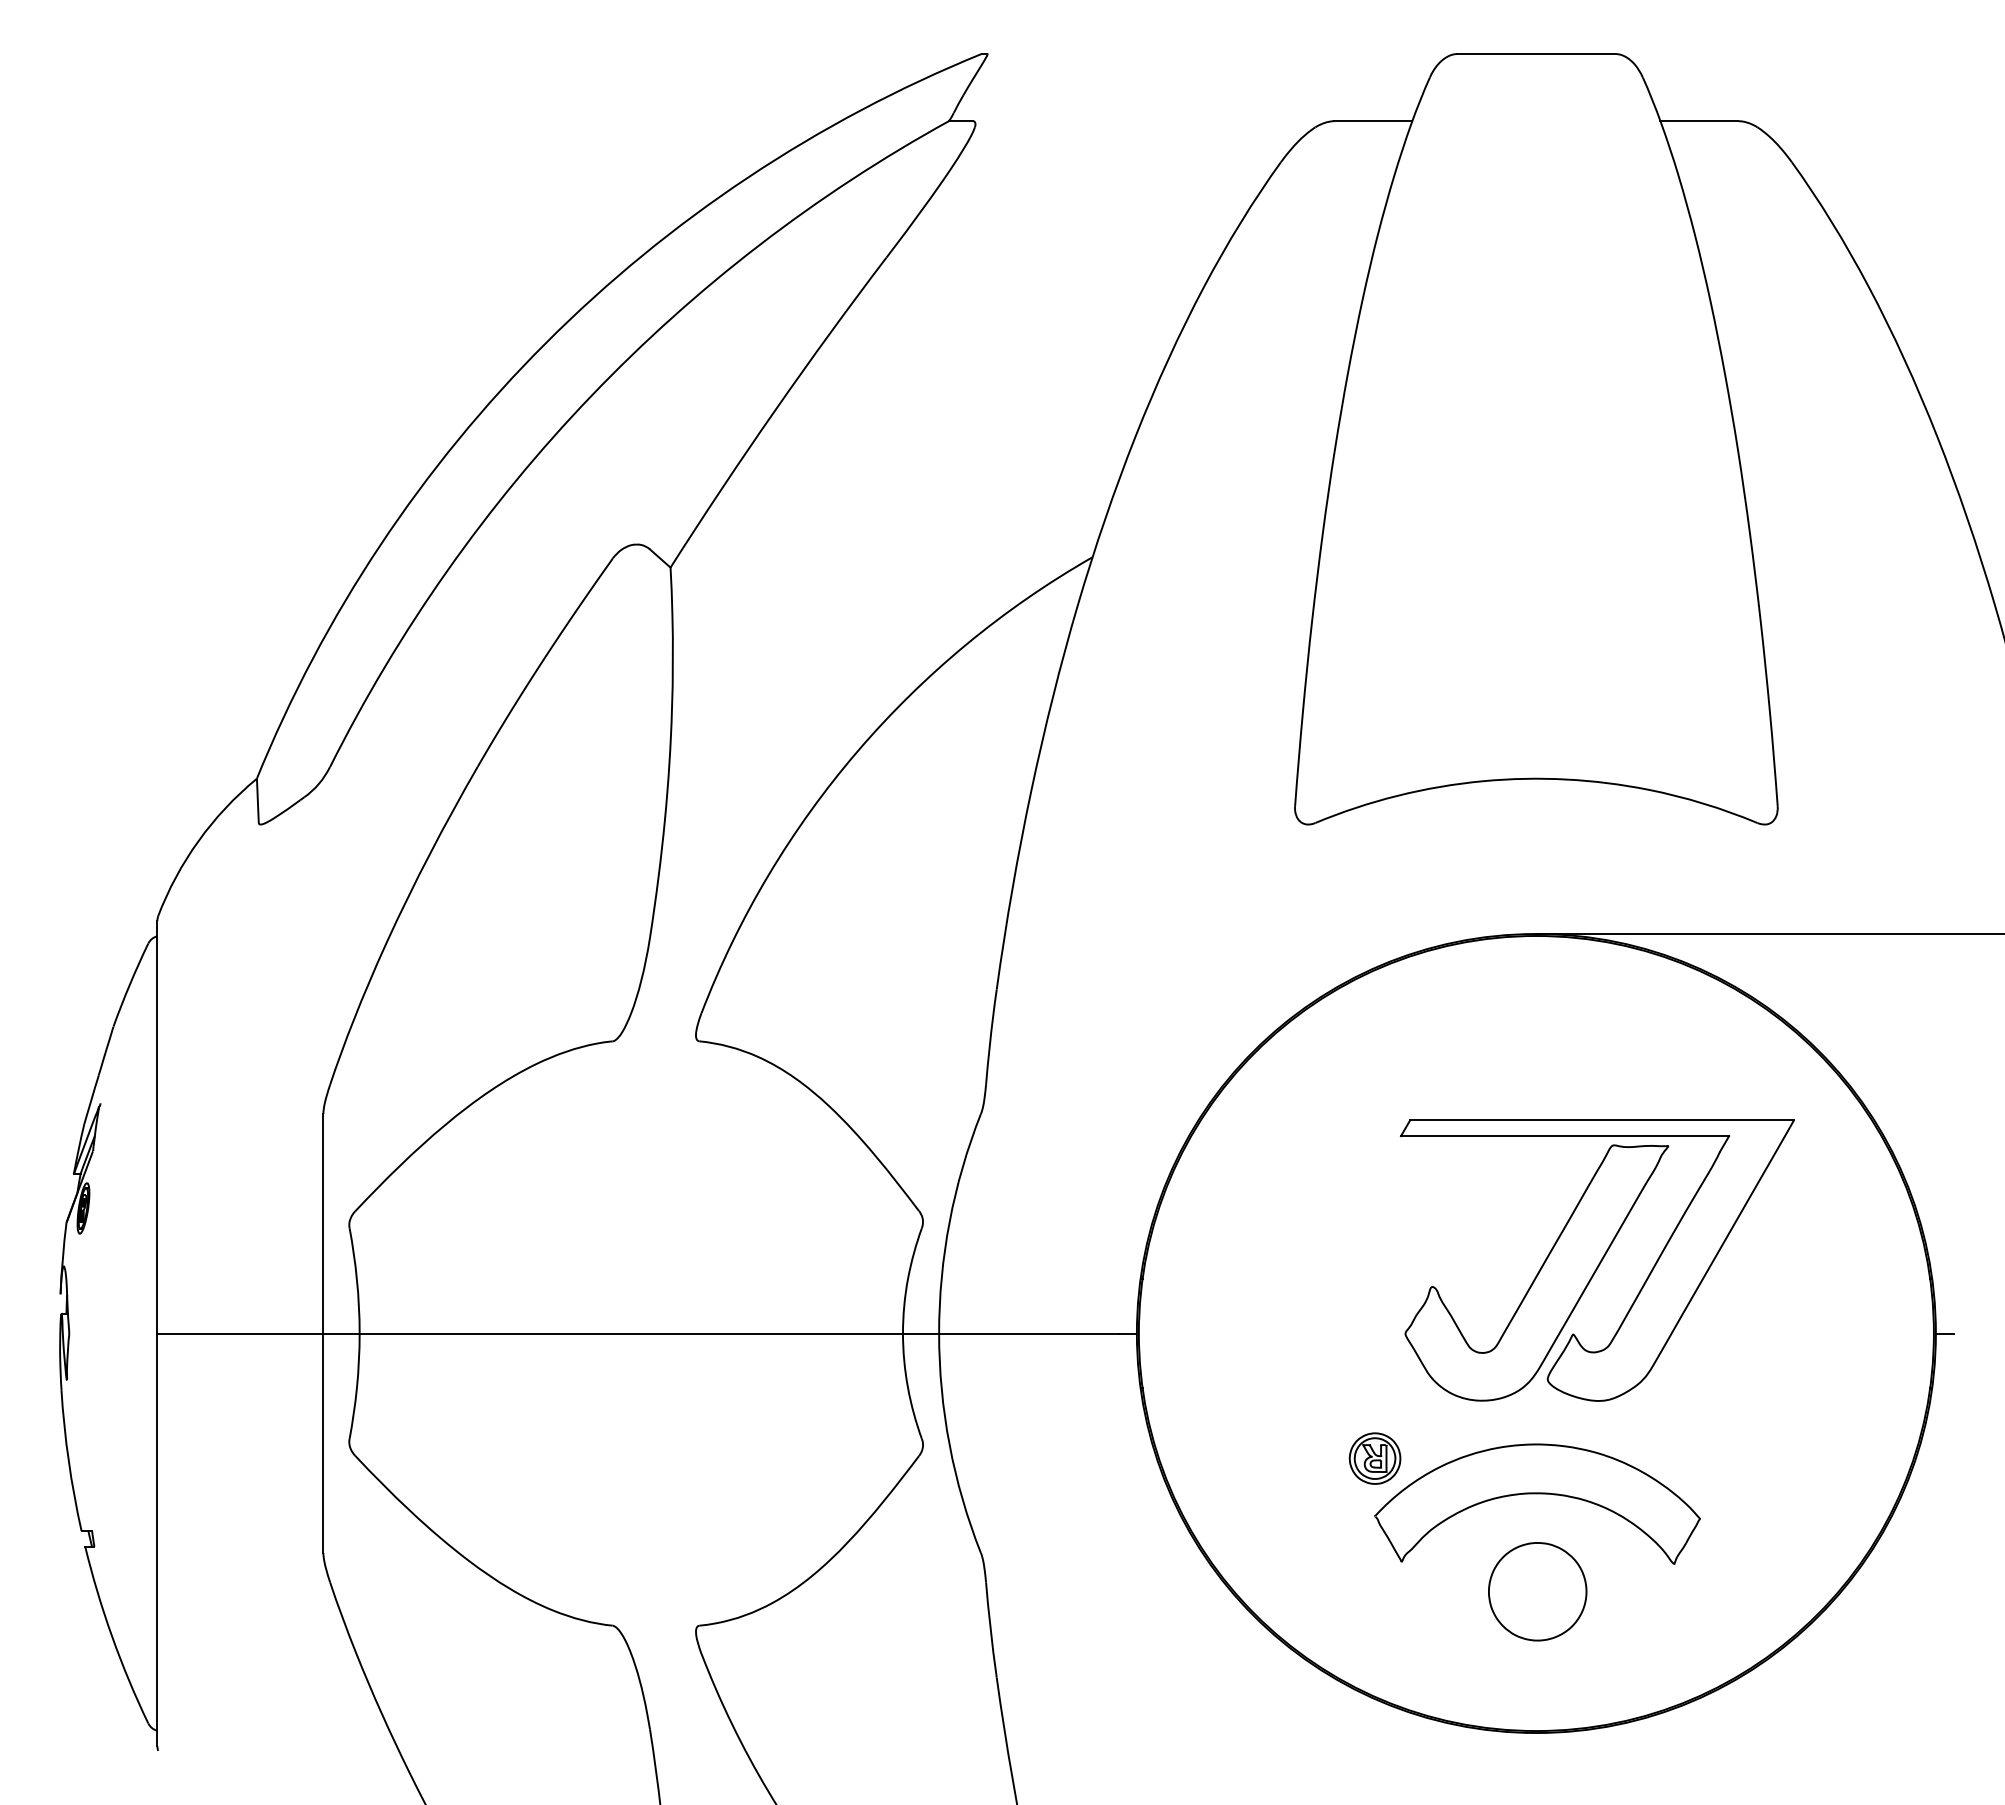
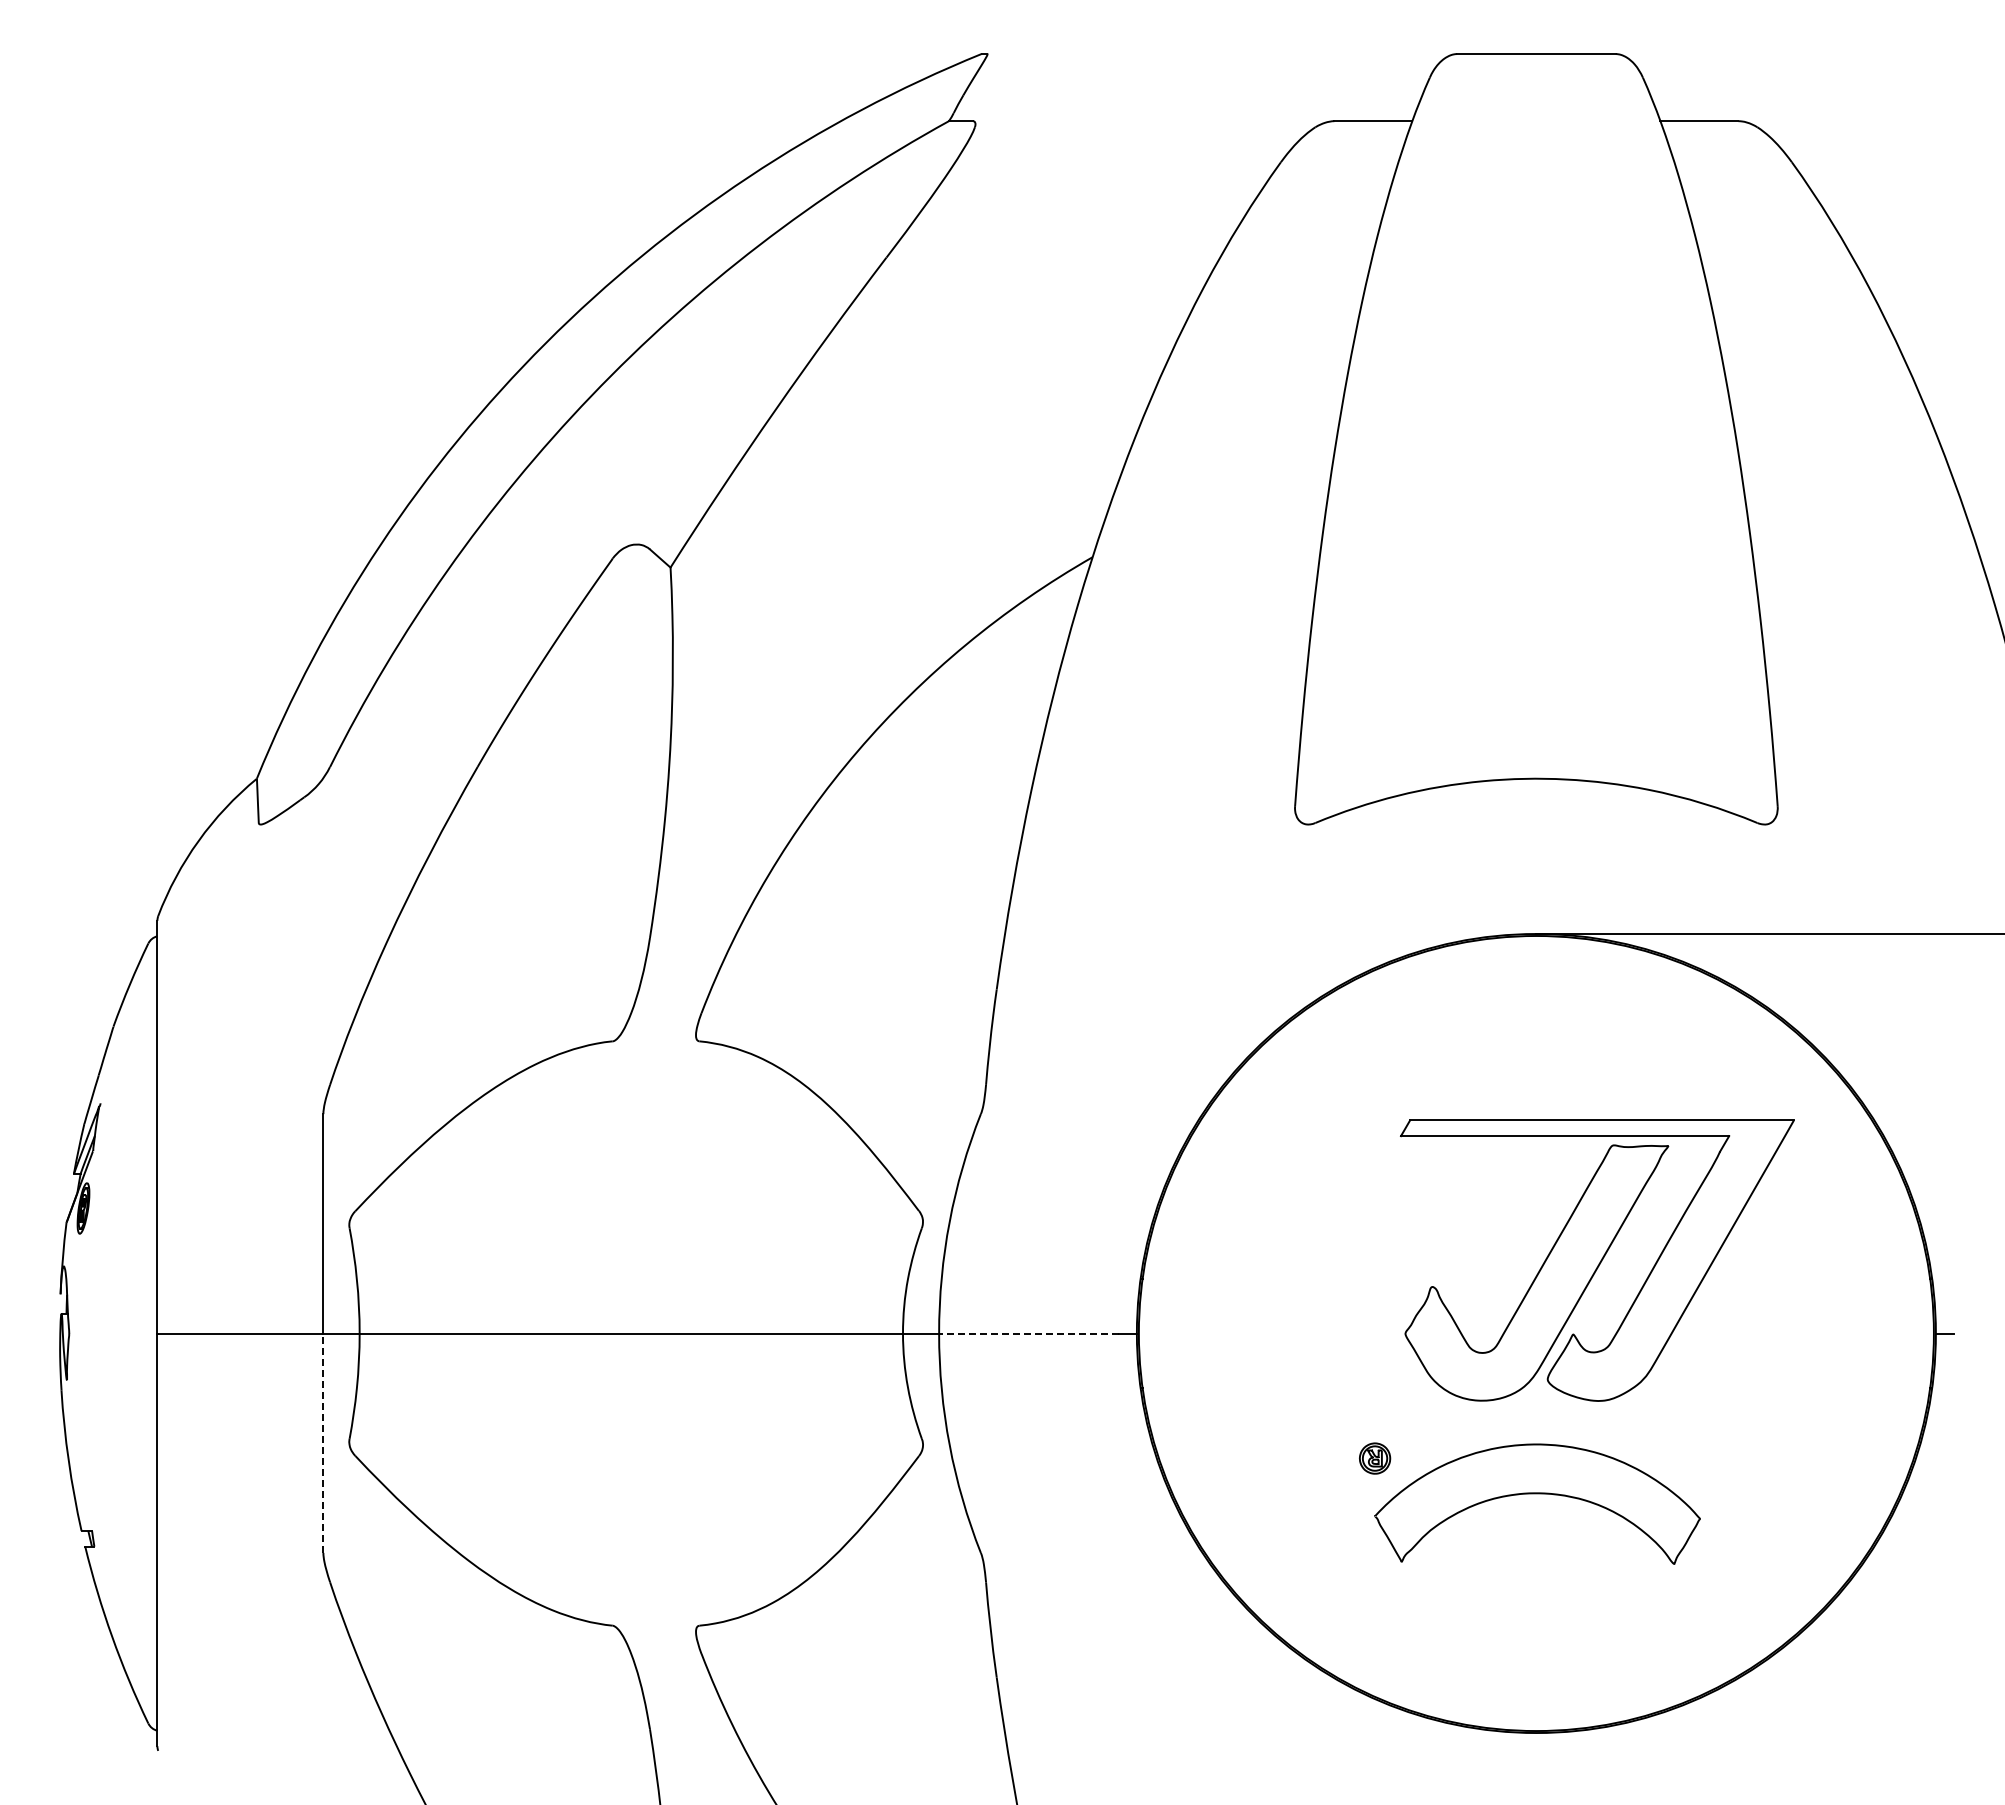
line at (1029, 1333): solid -> dashed
line at (323, 1443): solid -> dashed
part at (1374, 1458) size: 54x53 px -> 33x33 px
part at (1537, 1591): present -> none
